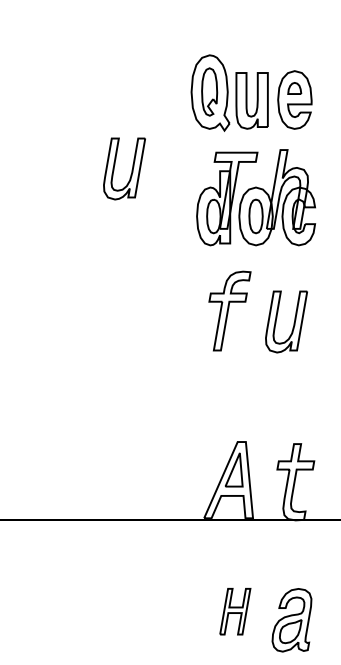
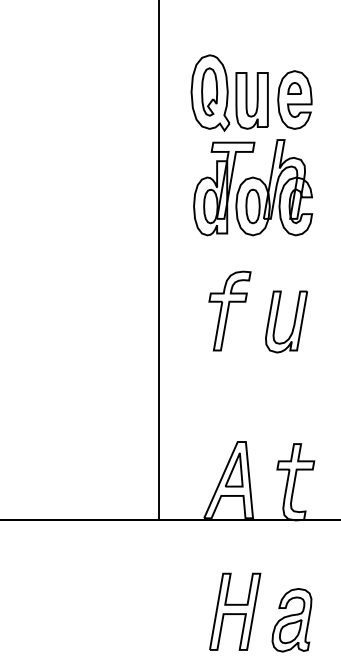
part at (131, 169): present -> none
part at (256, 197) position: (256, 197) -> (253, 187)
line at (159, 261): none -> present
part at (235, 611) size: 33x48 px -> 53x79 px
